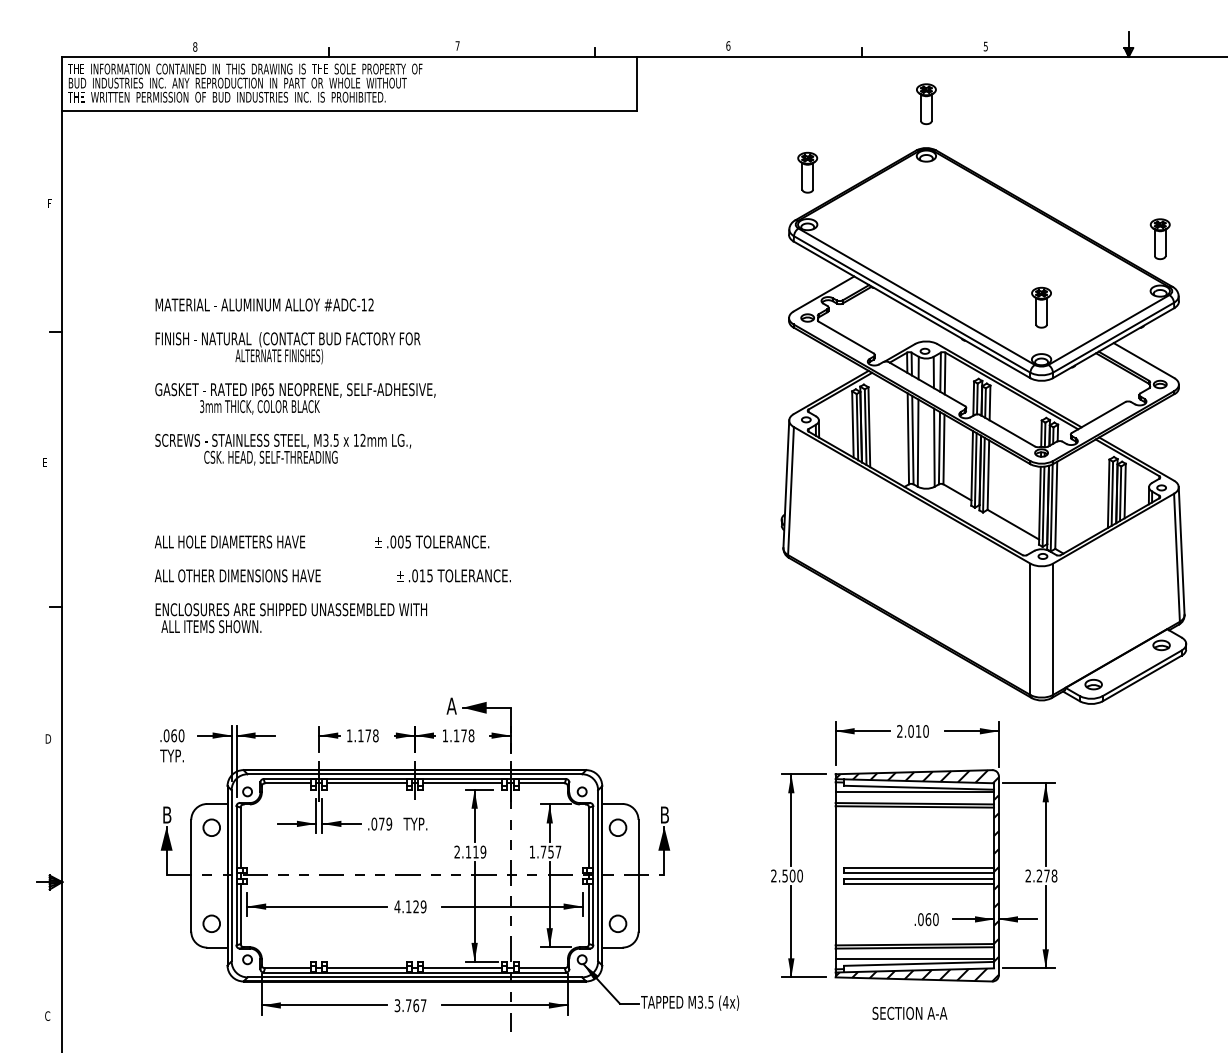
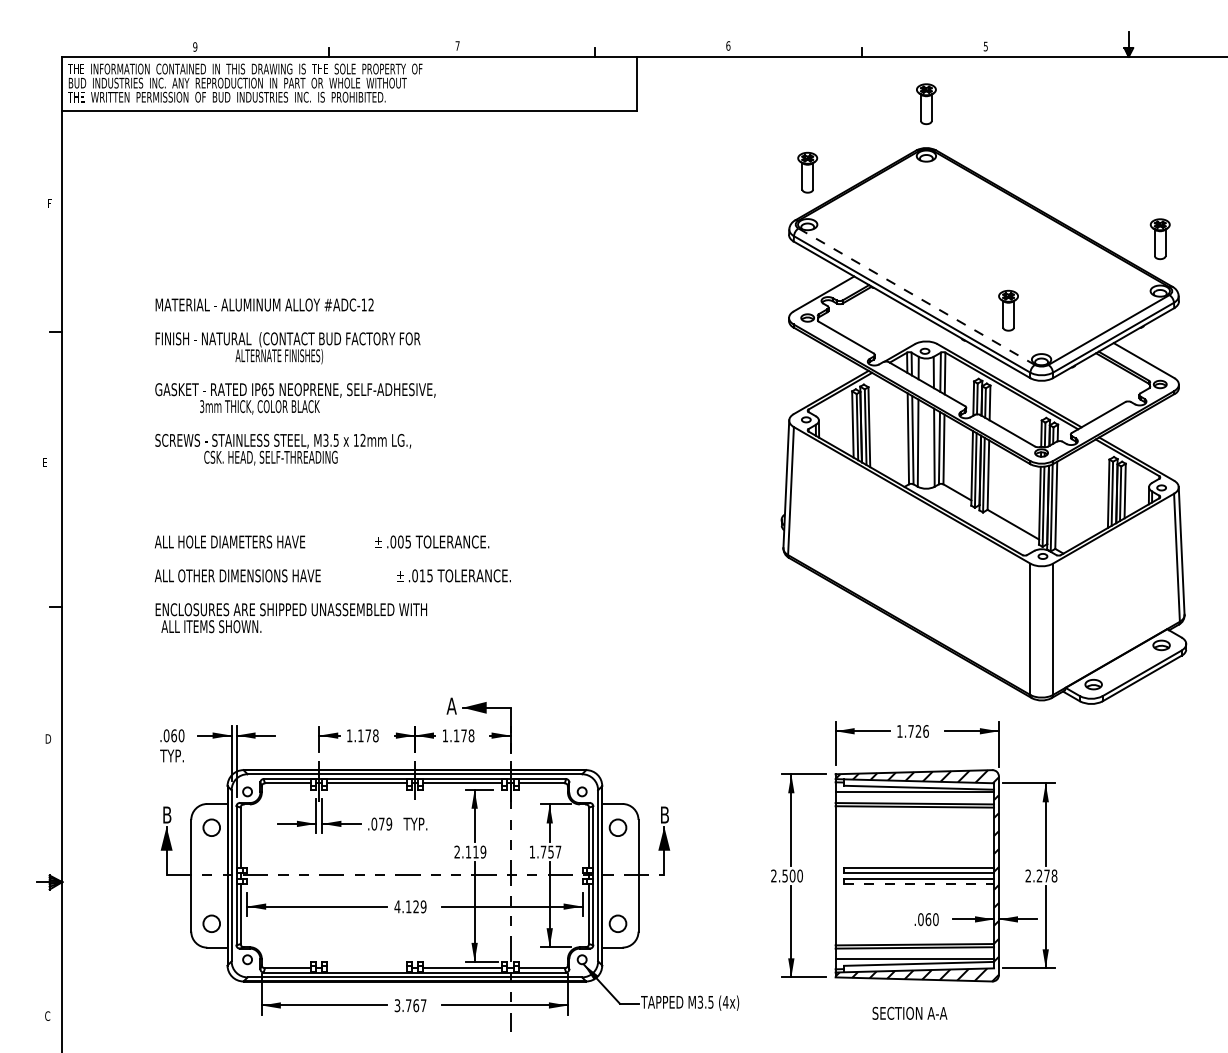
text at (195, 46): 8 -> 9
line at (917, 296): solid -> dashed
part at (1041, 307) position: (1041, 307) -> (1008, 310)
text at (912, 731): 2.010 -> 1.726
line at (919, 884): solid -> dashed
line at (366, 968): present -> none
